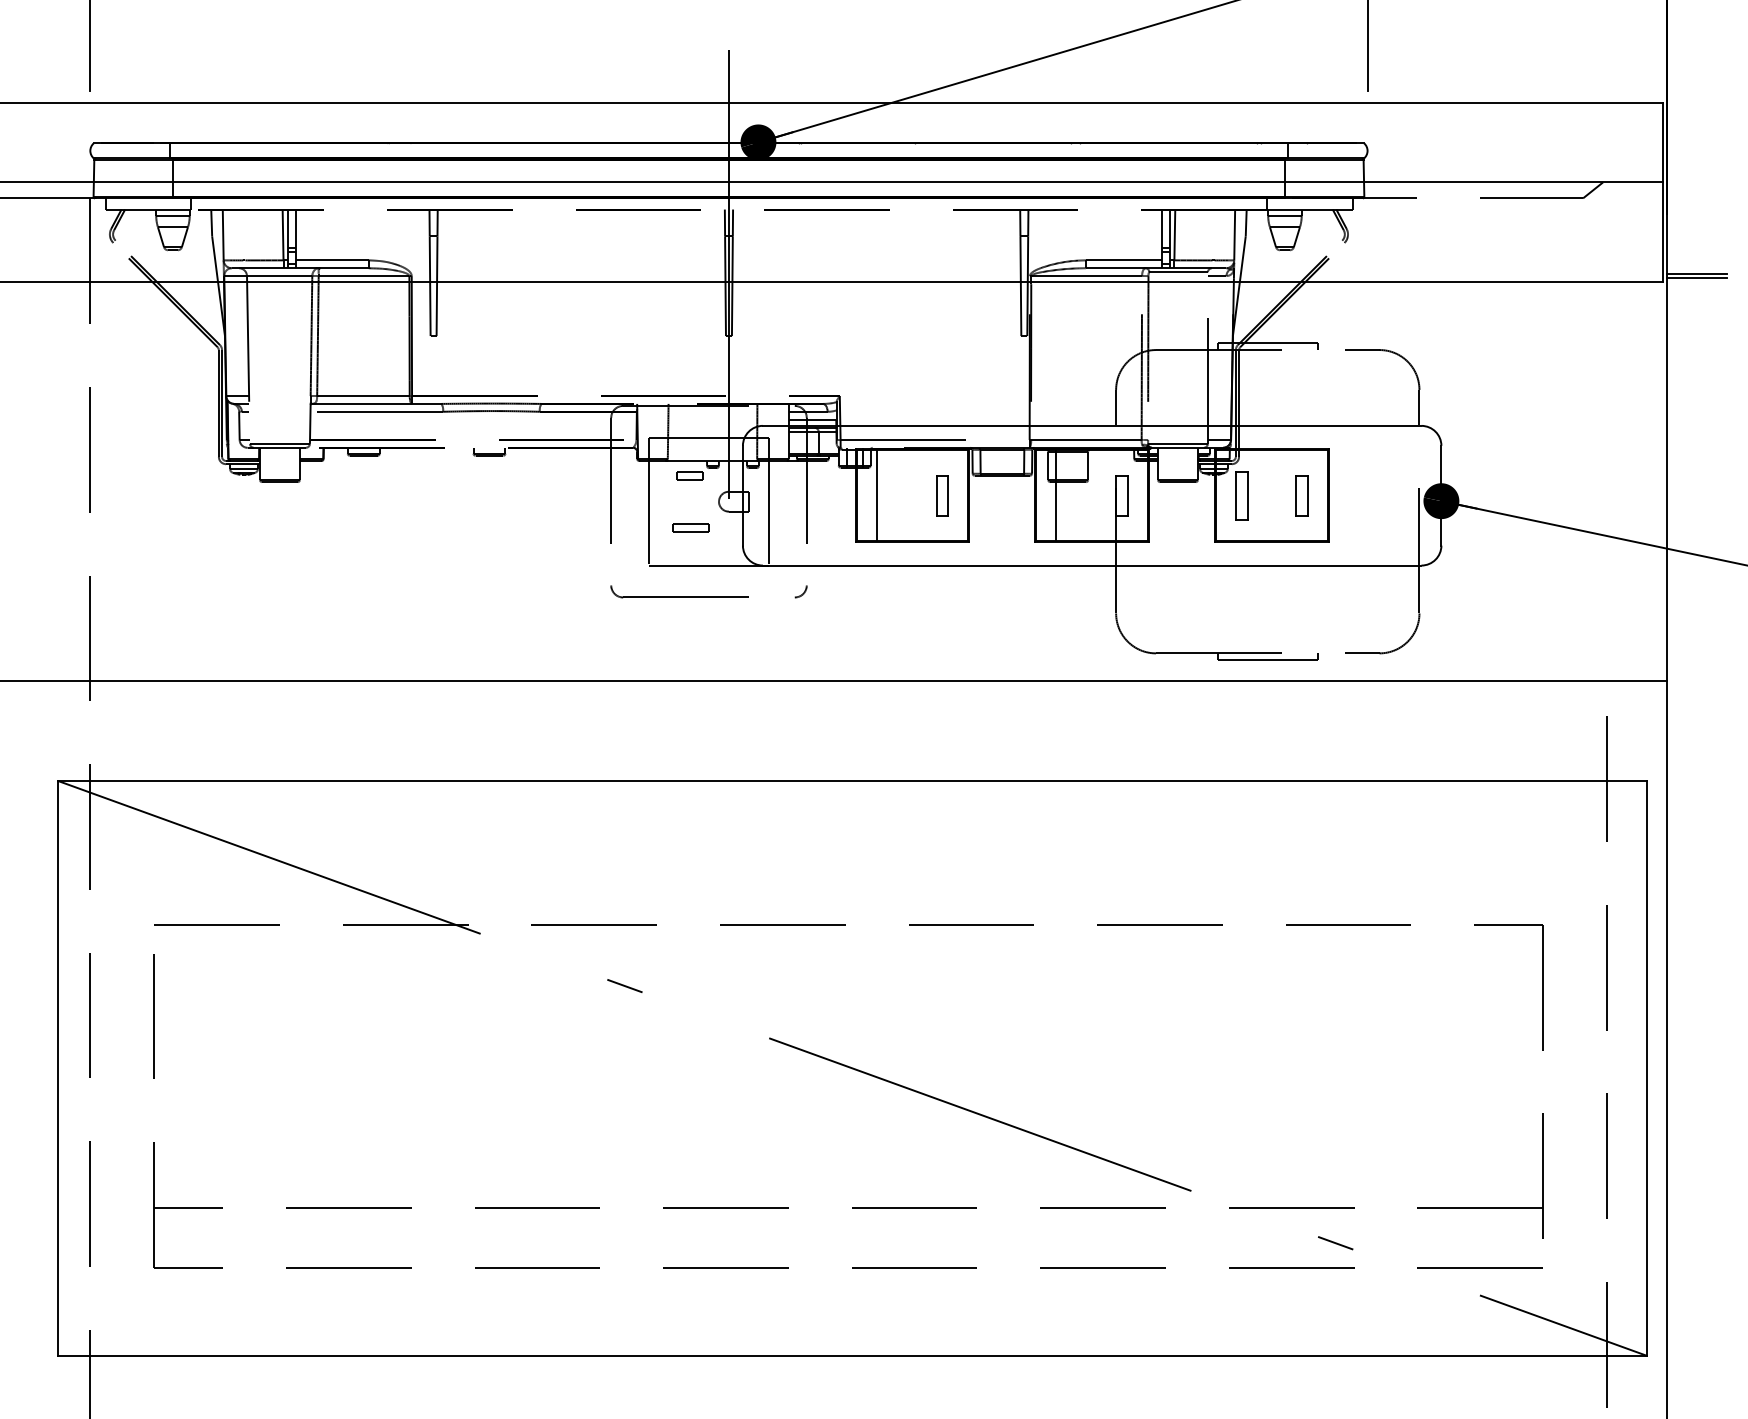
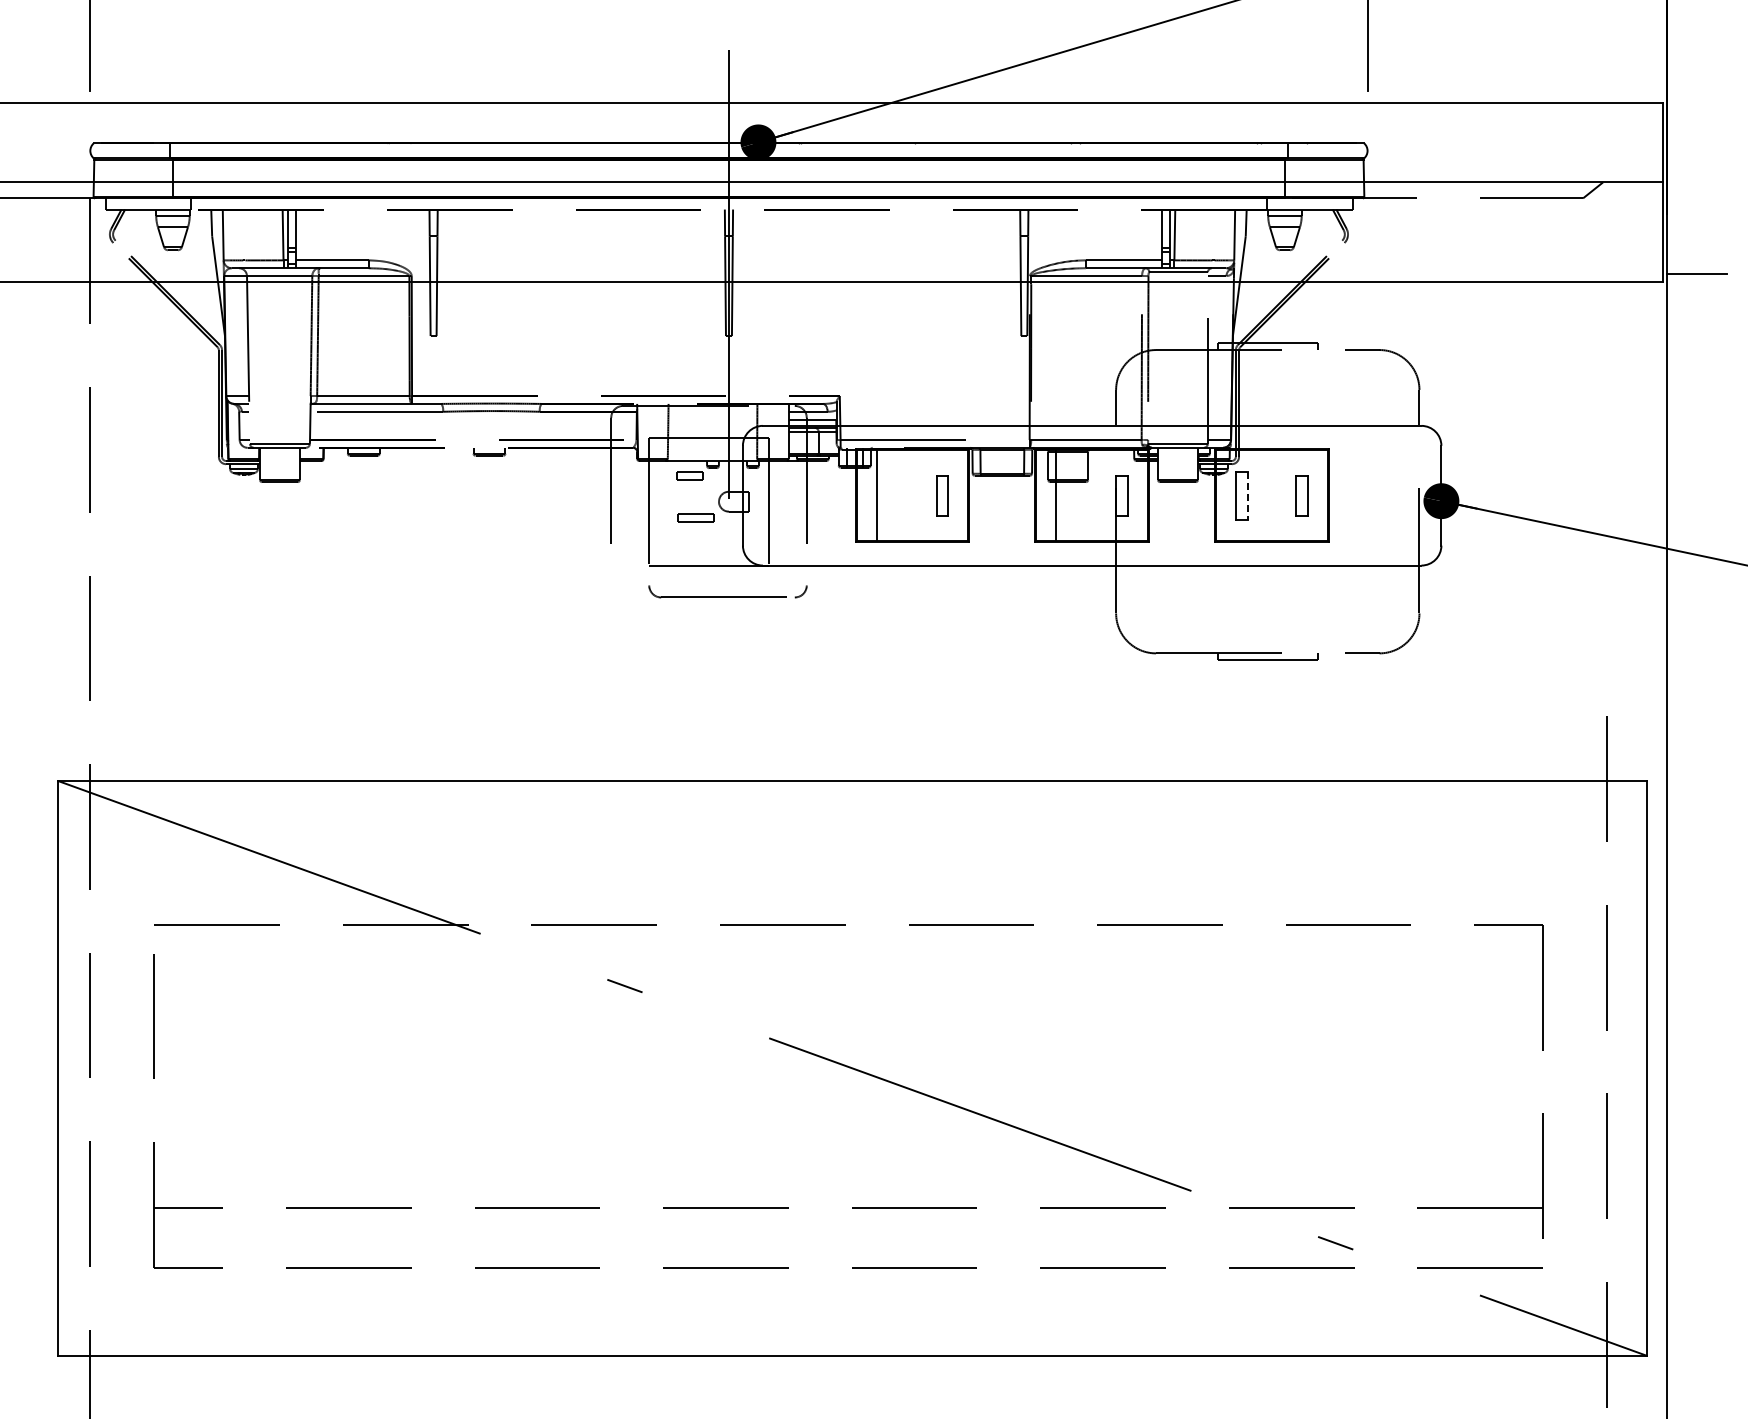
line at (1696, 278): present -> none
line at (1247, 495): solid -> dashed
part at (690, 527) position: (690, 527) -> (695, 517)
part at (679, 591) position: (679, 591) -> (717, 591)
line at (834, 681): present -> none
